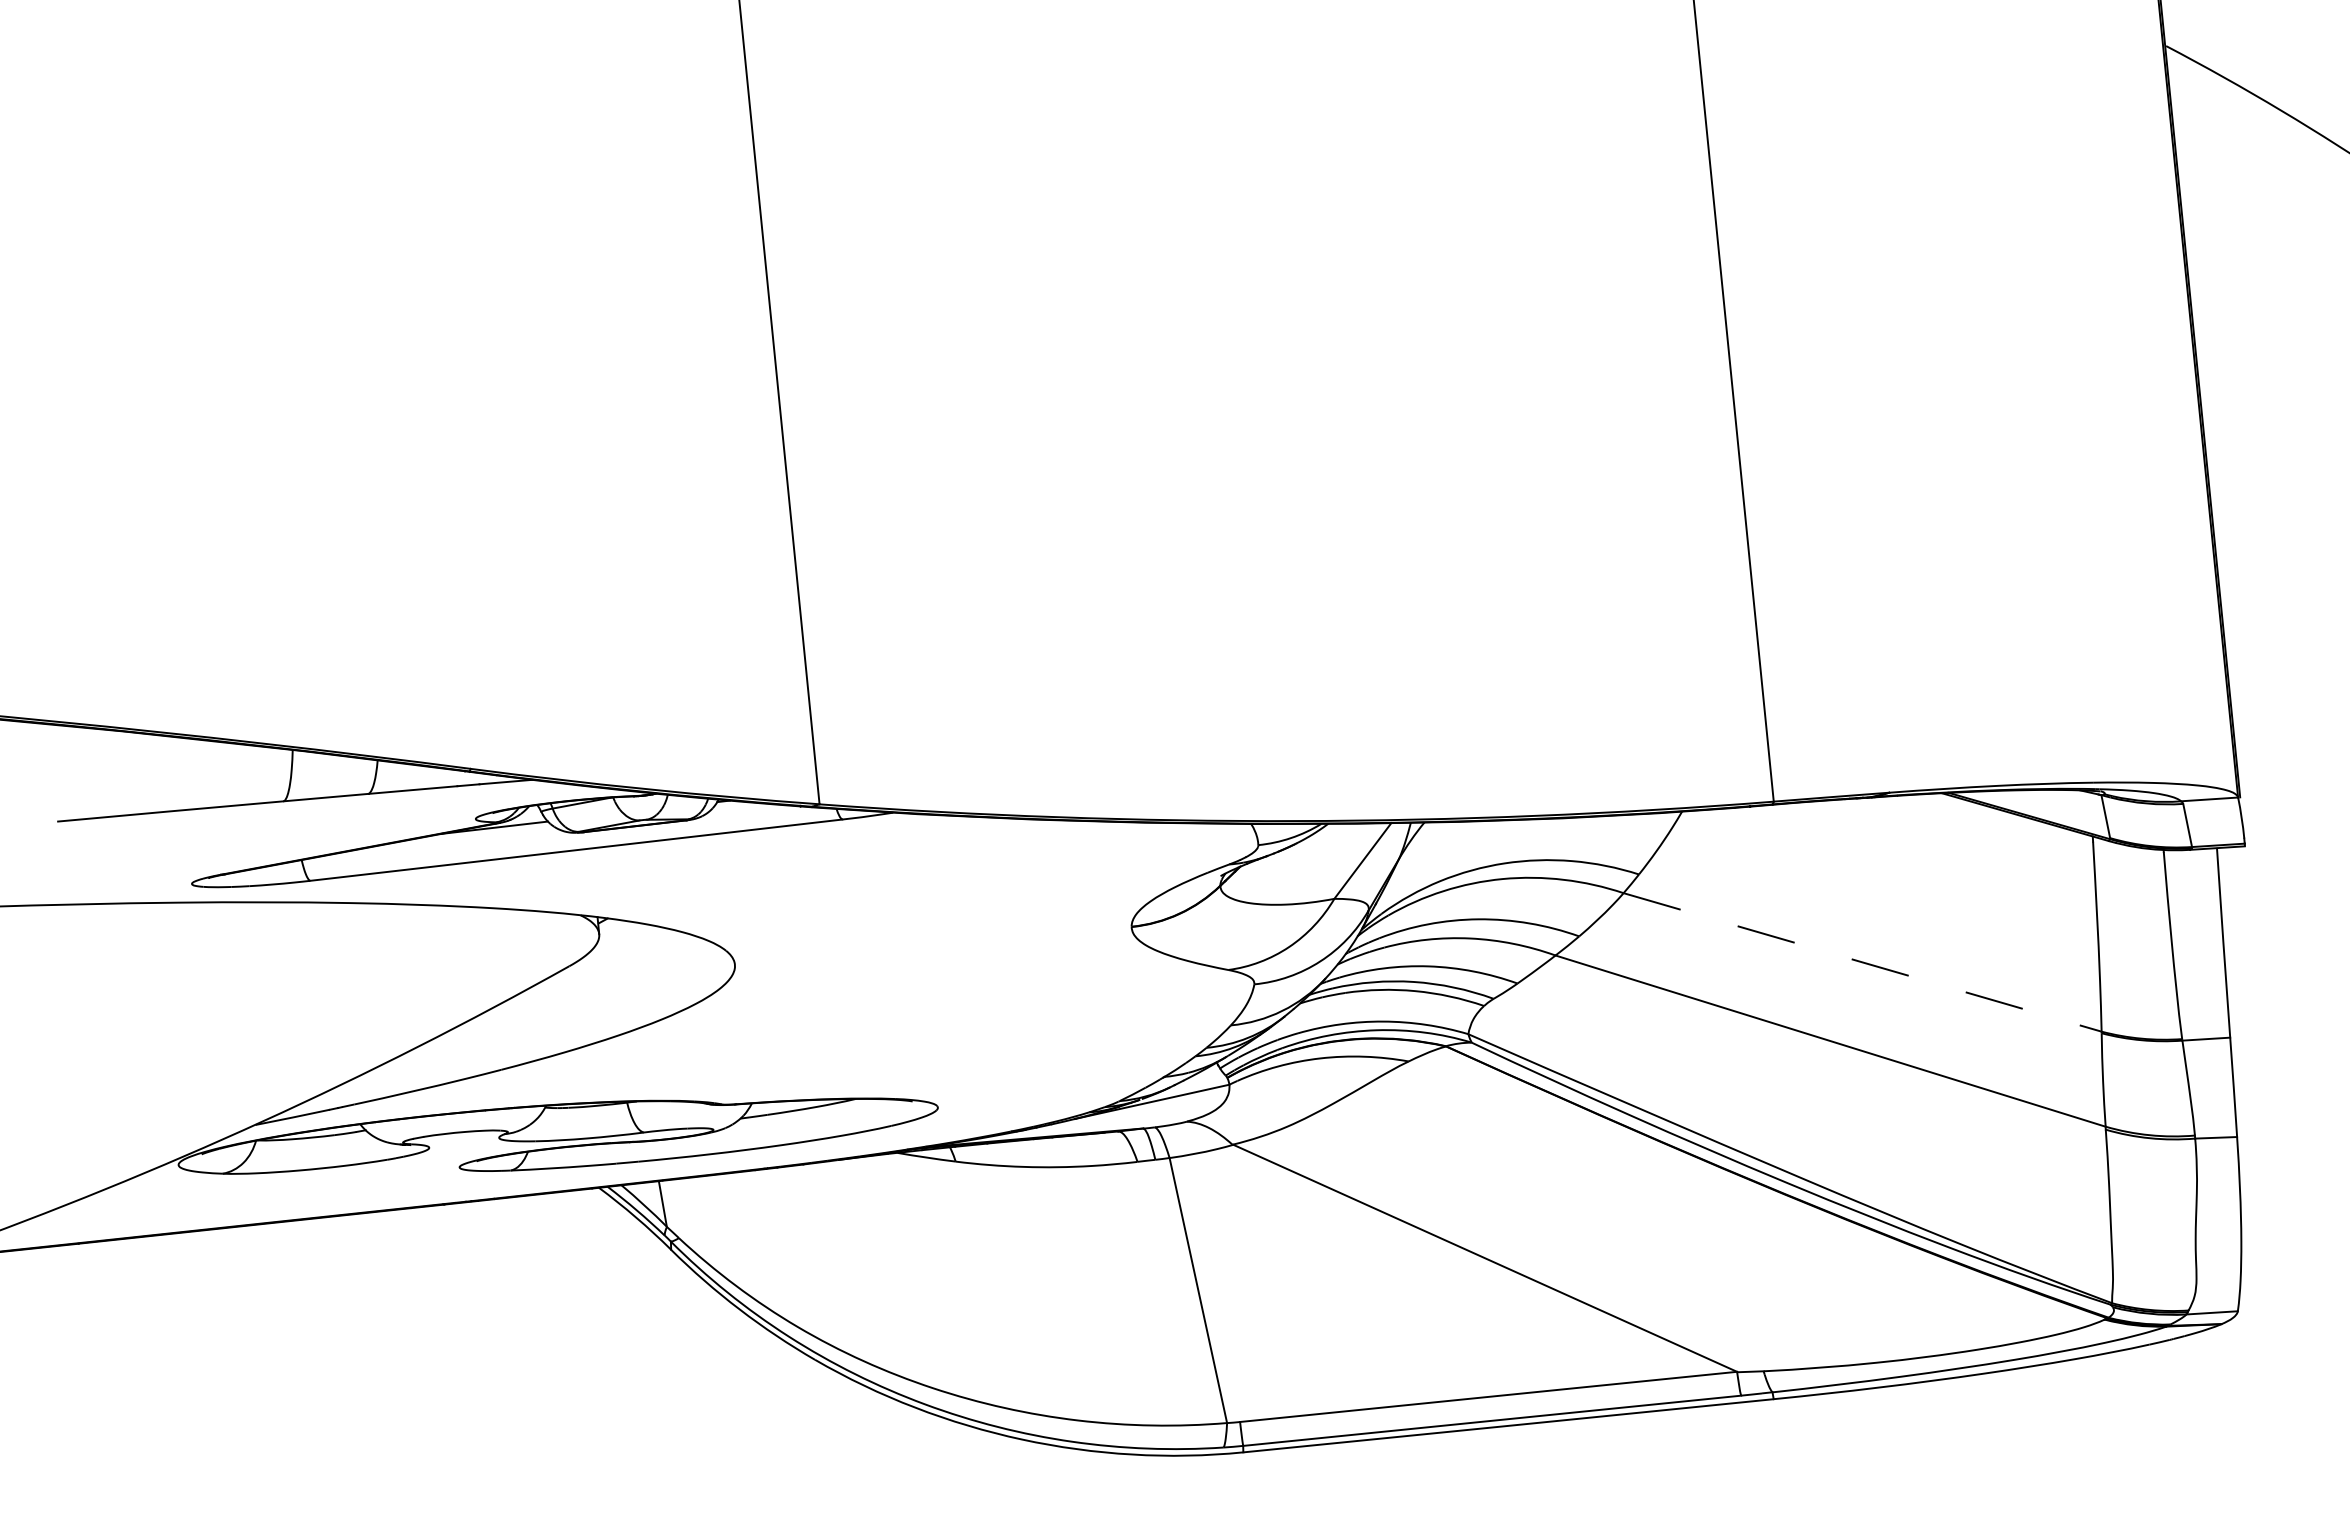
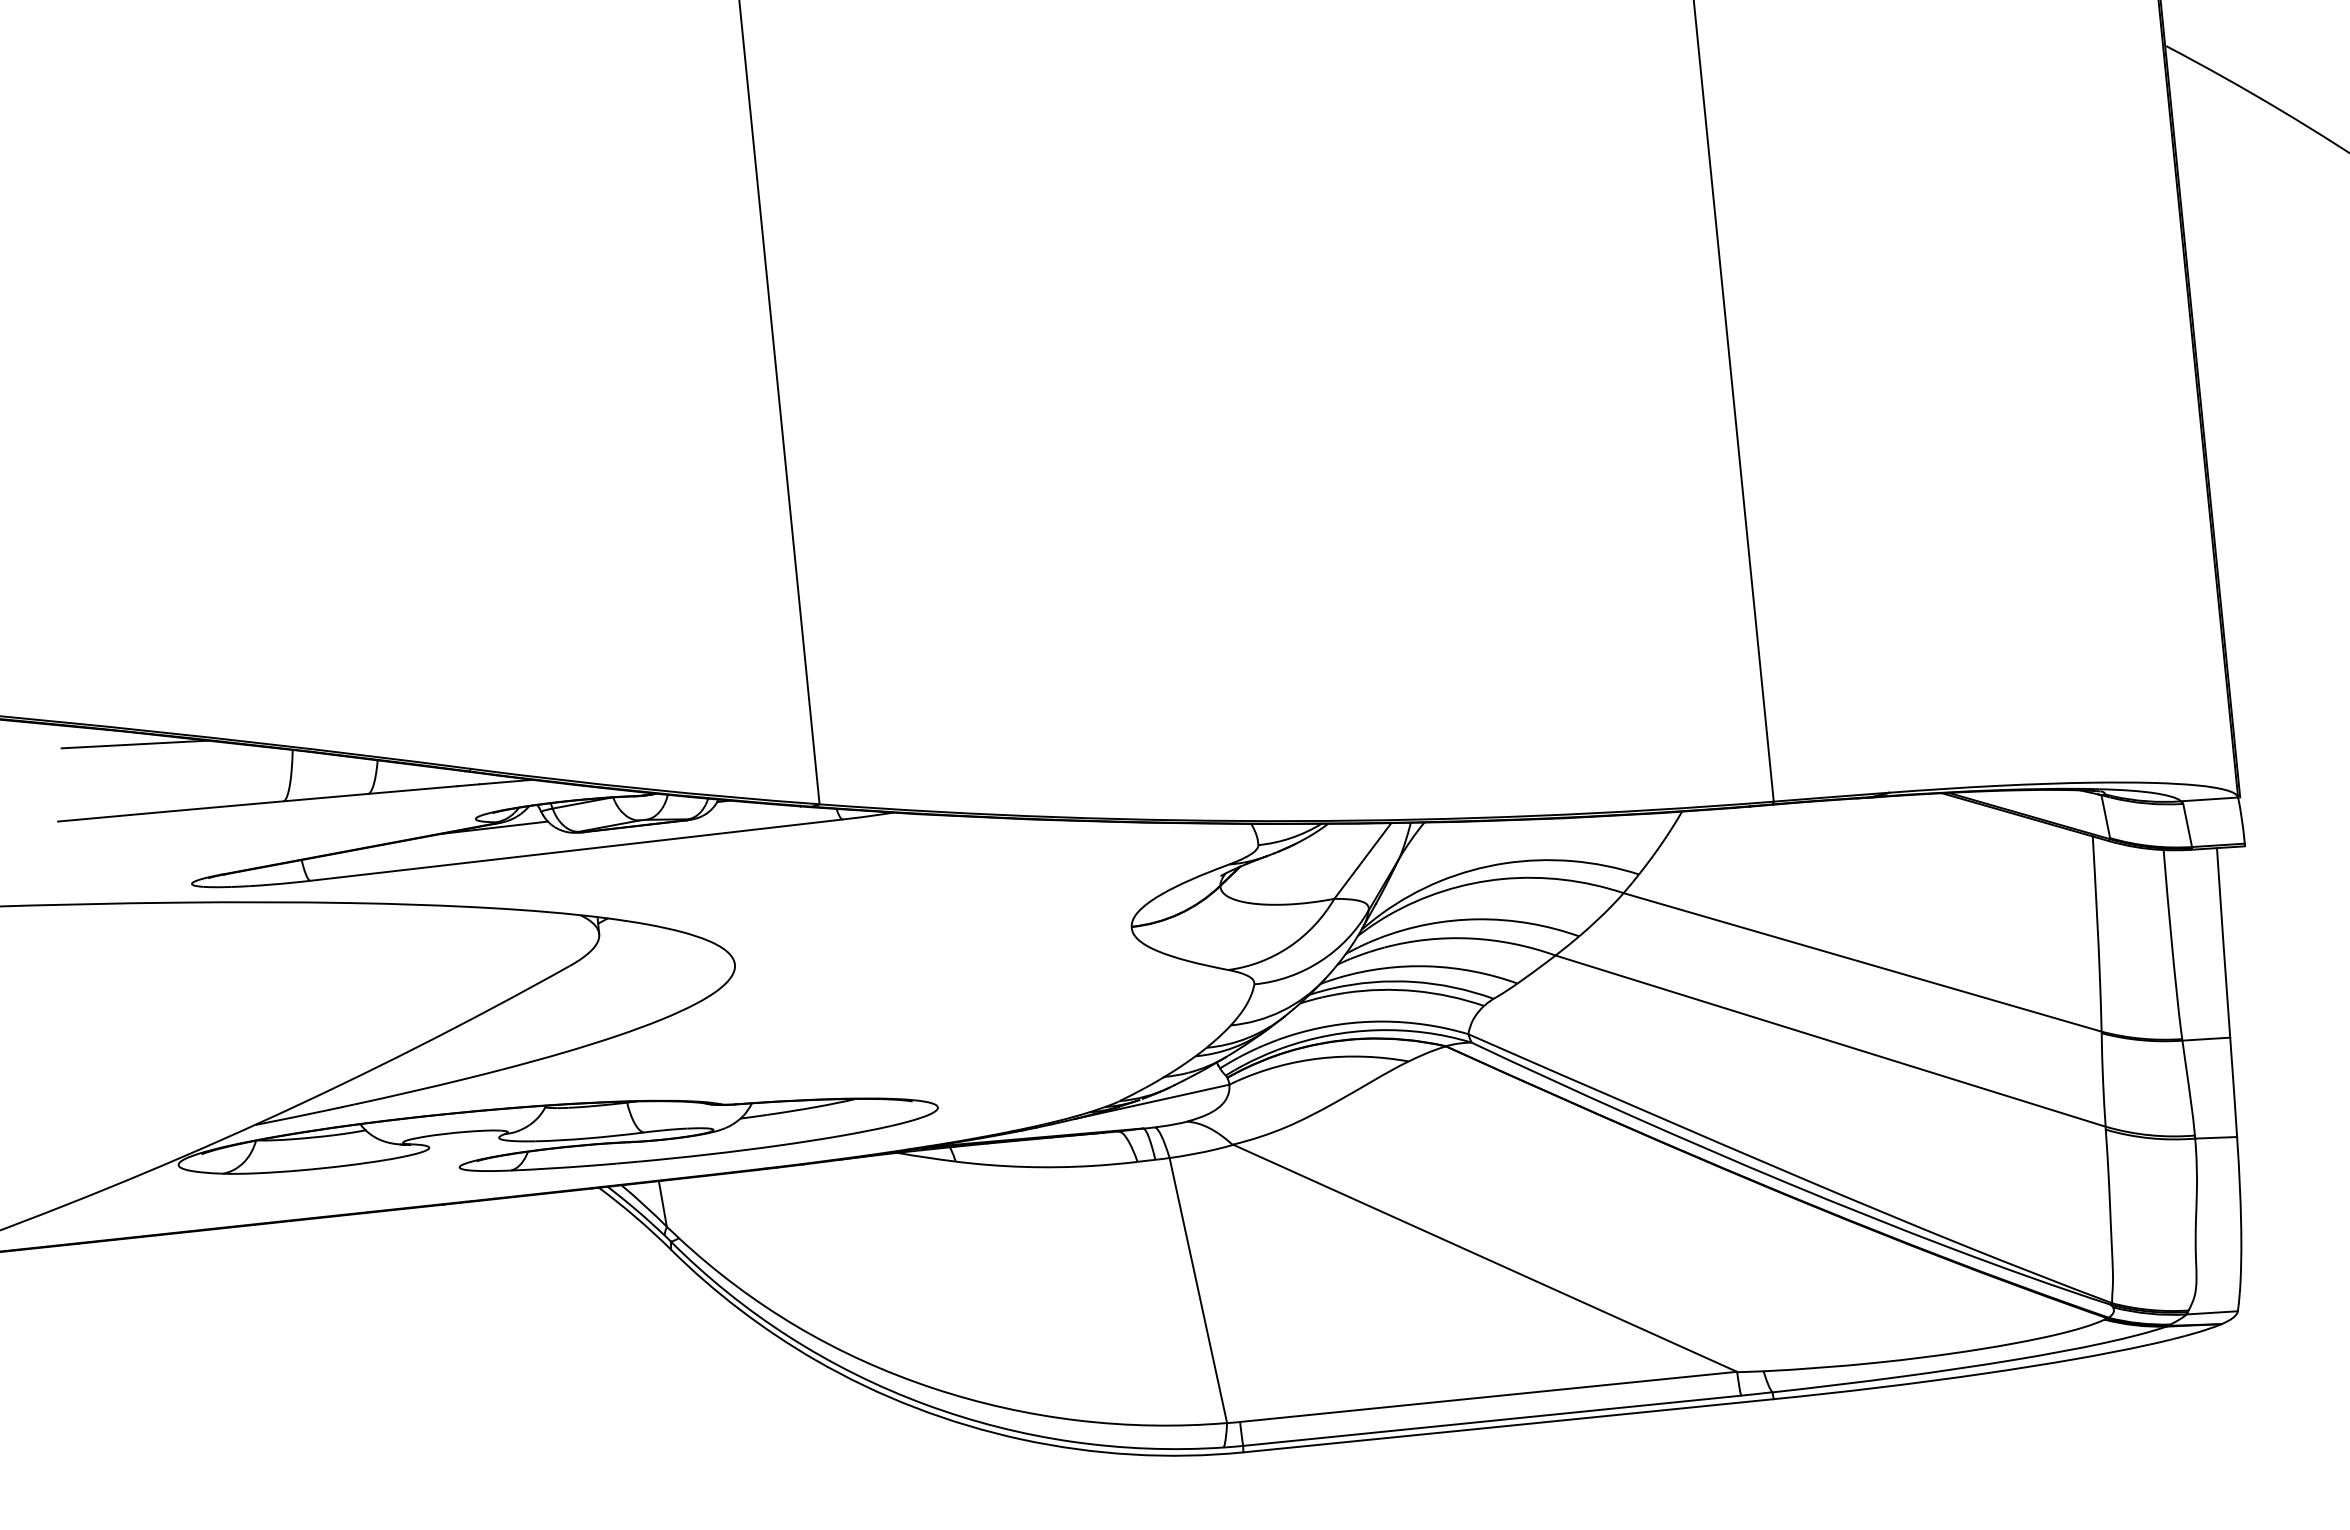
line at (134, 744): none -> present
line at (1862, 962): dashed -> solid
